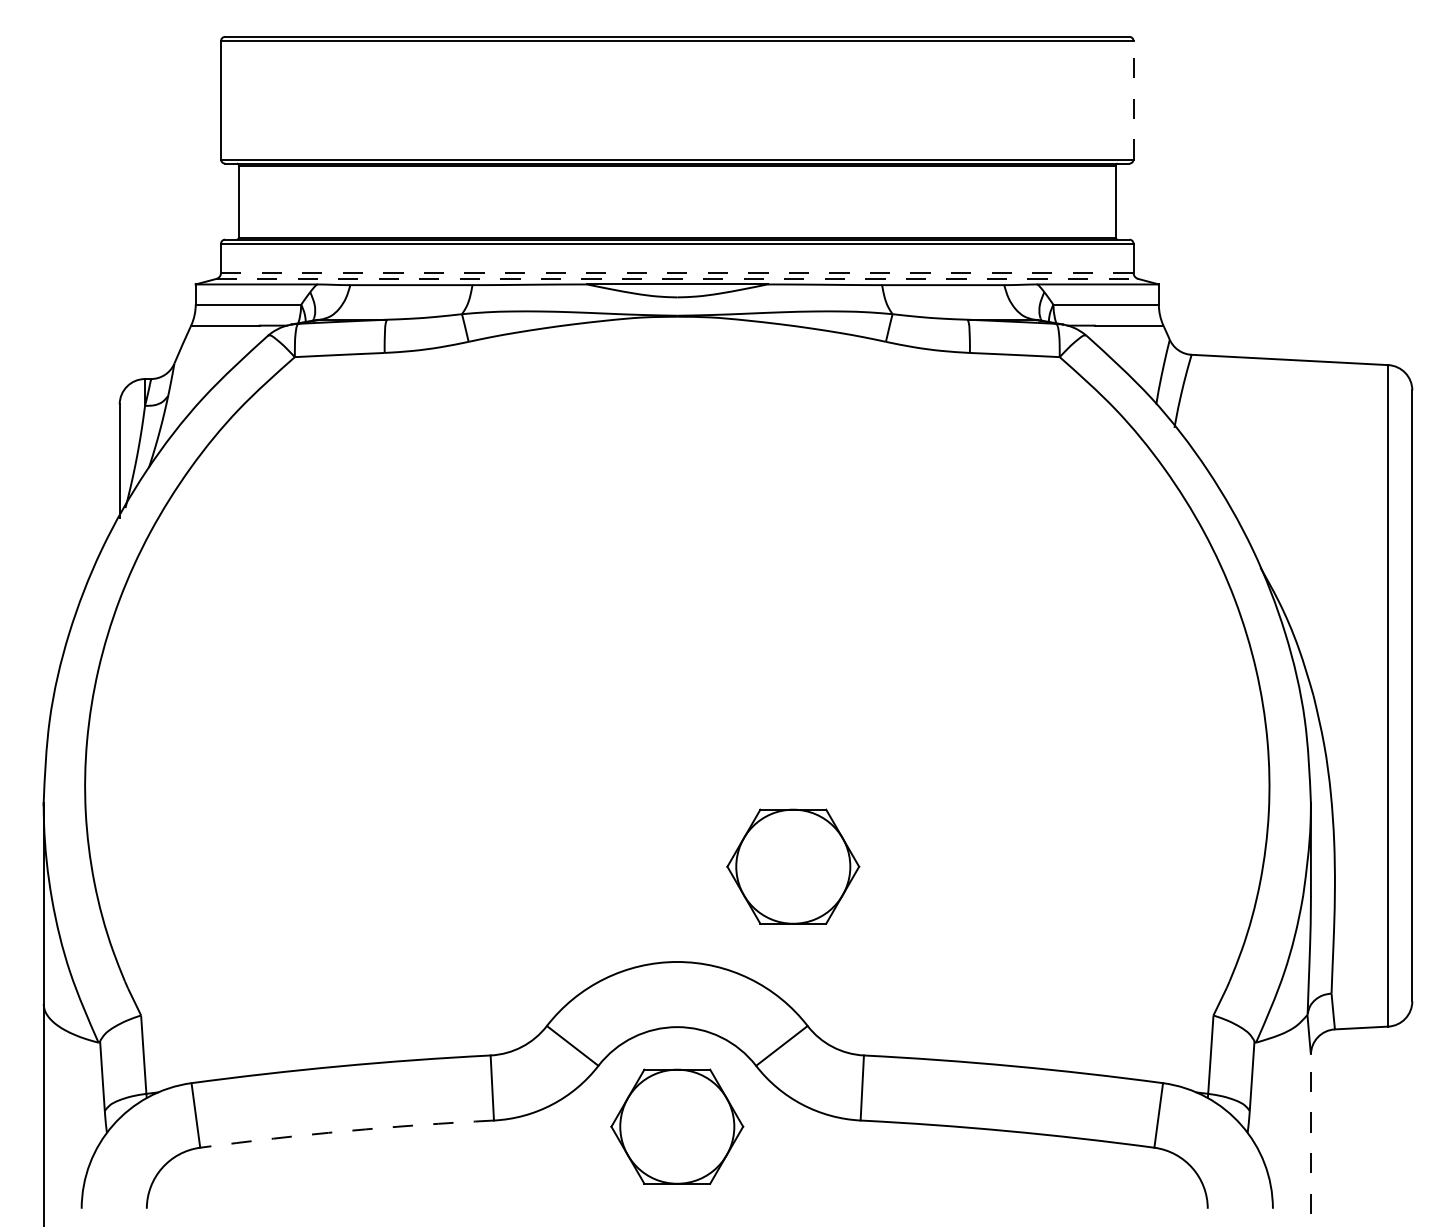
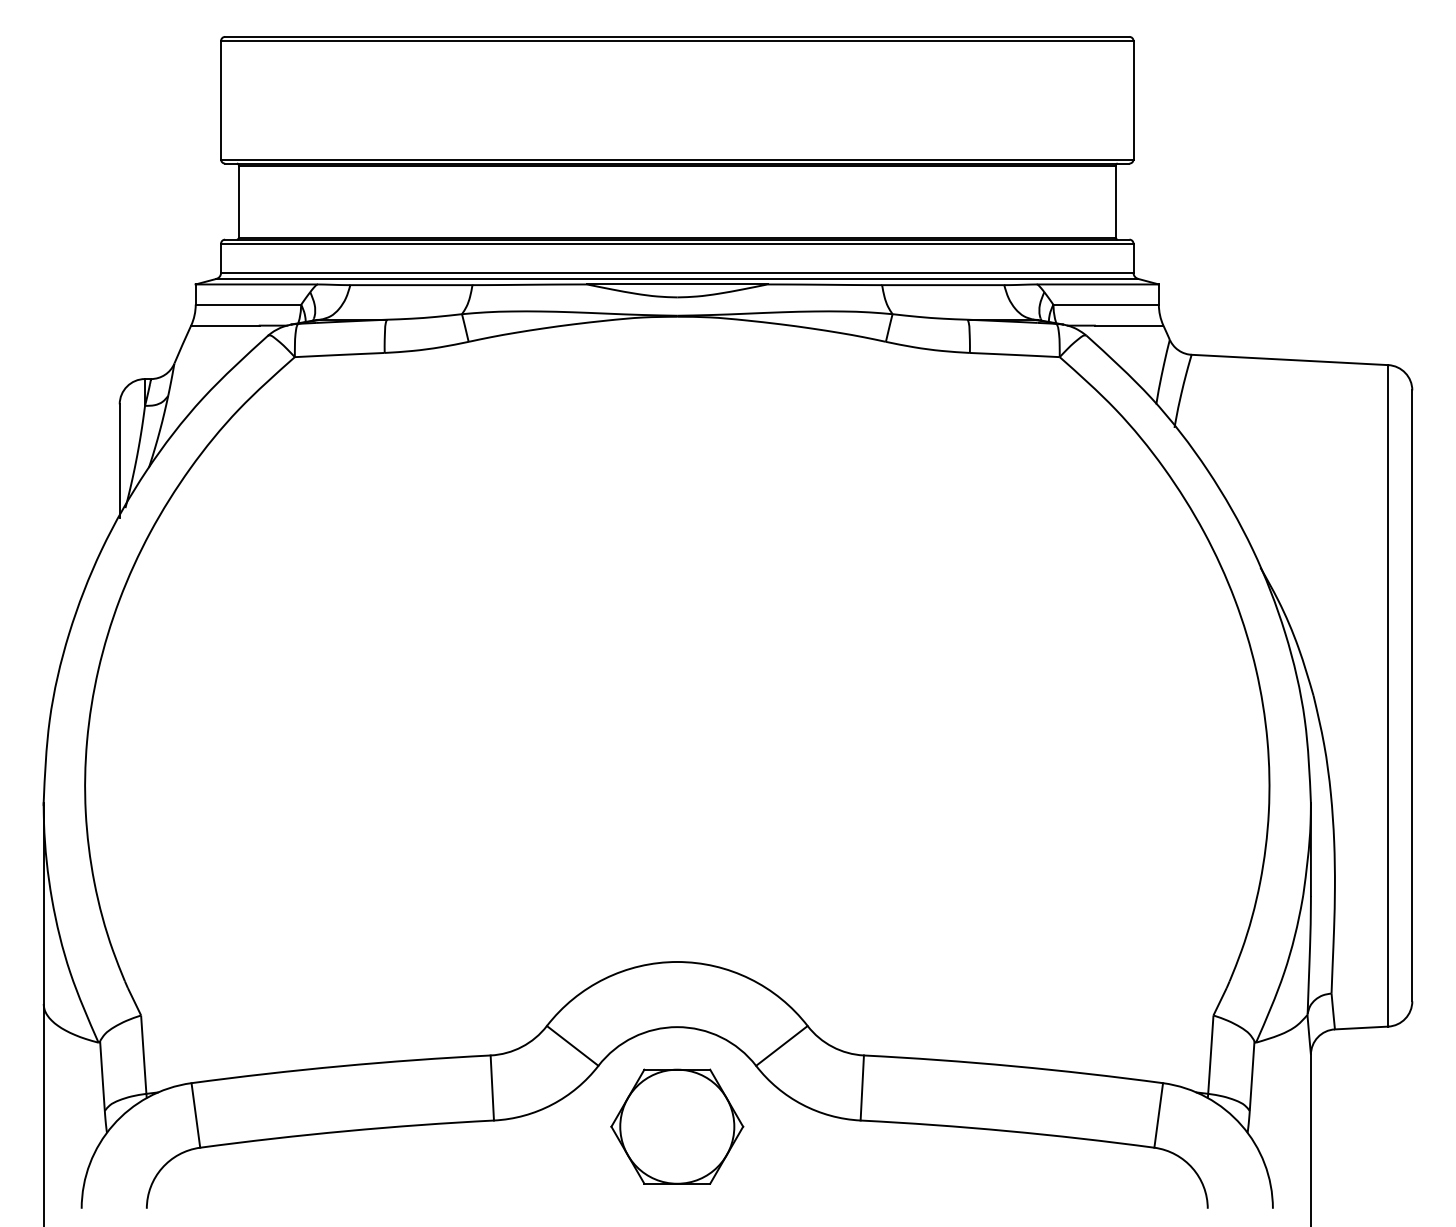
line at (1133, 99): dashed -> solid
line at (677, 272): dashed -> solid
line at (677, 278): dashed -> solid
part at (793, 866): present -> none
arc at (346, 1131): dashed -> solid
line at (1310, 1140): dashed -> solid
